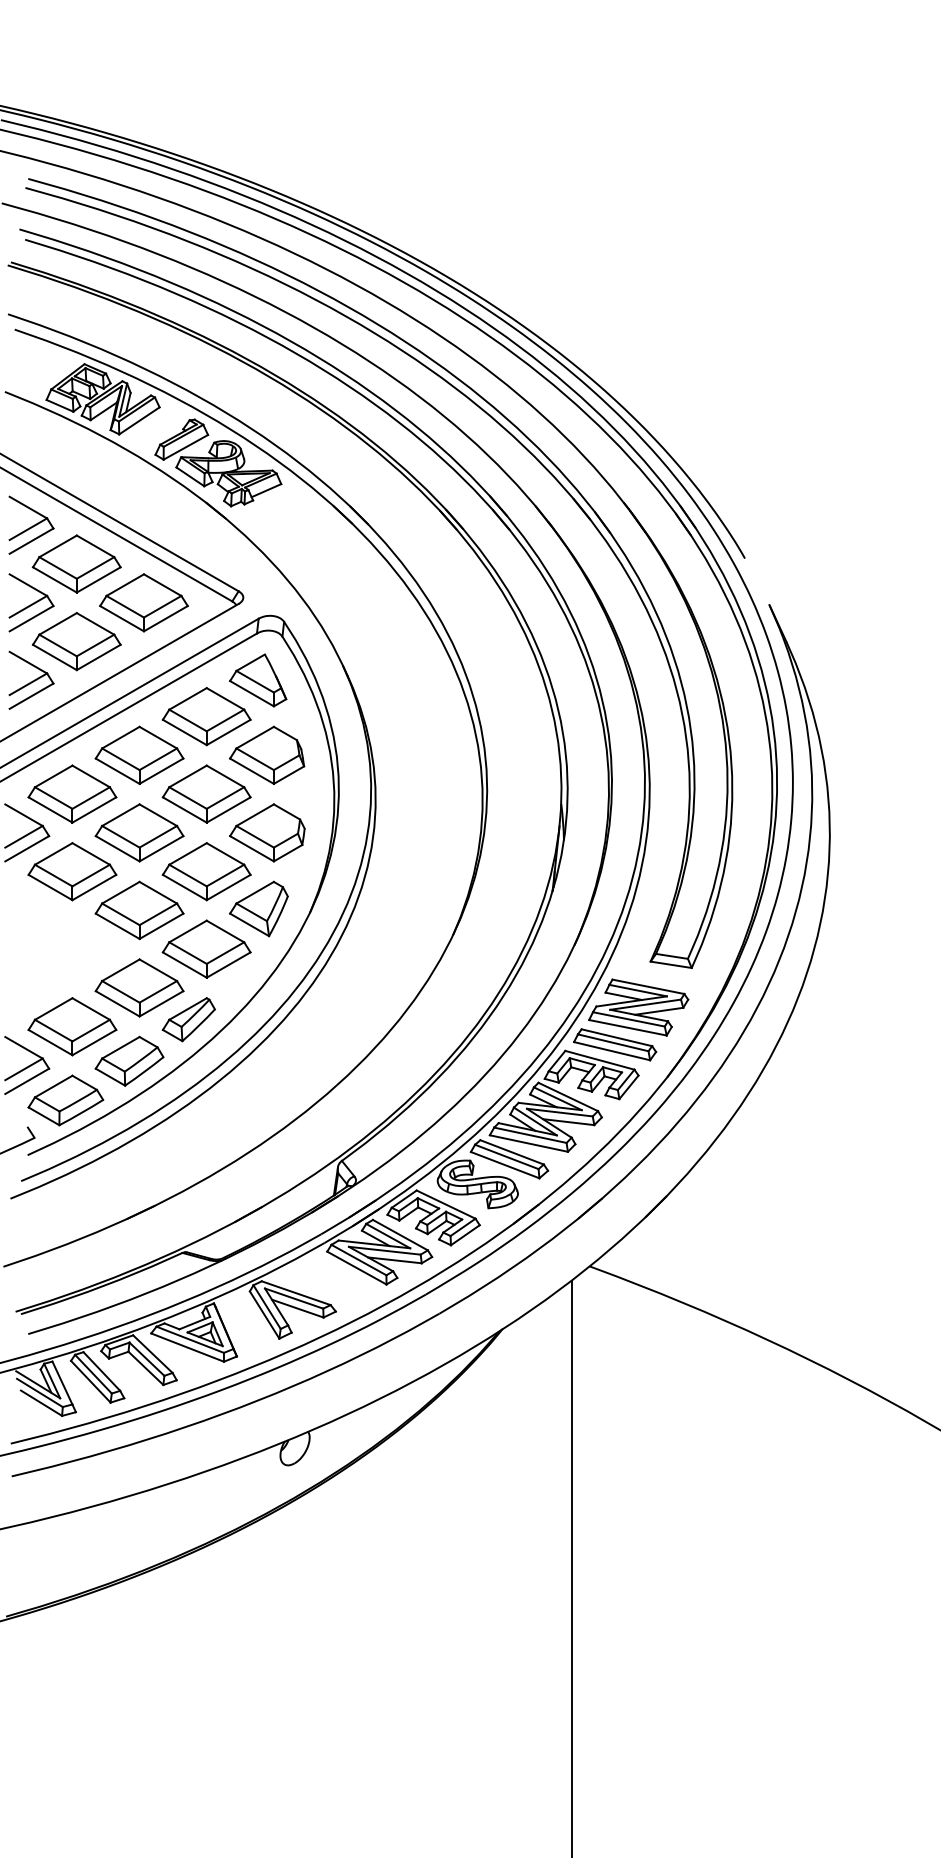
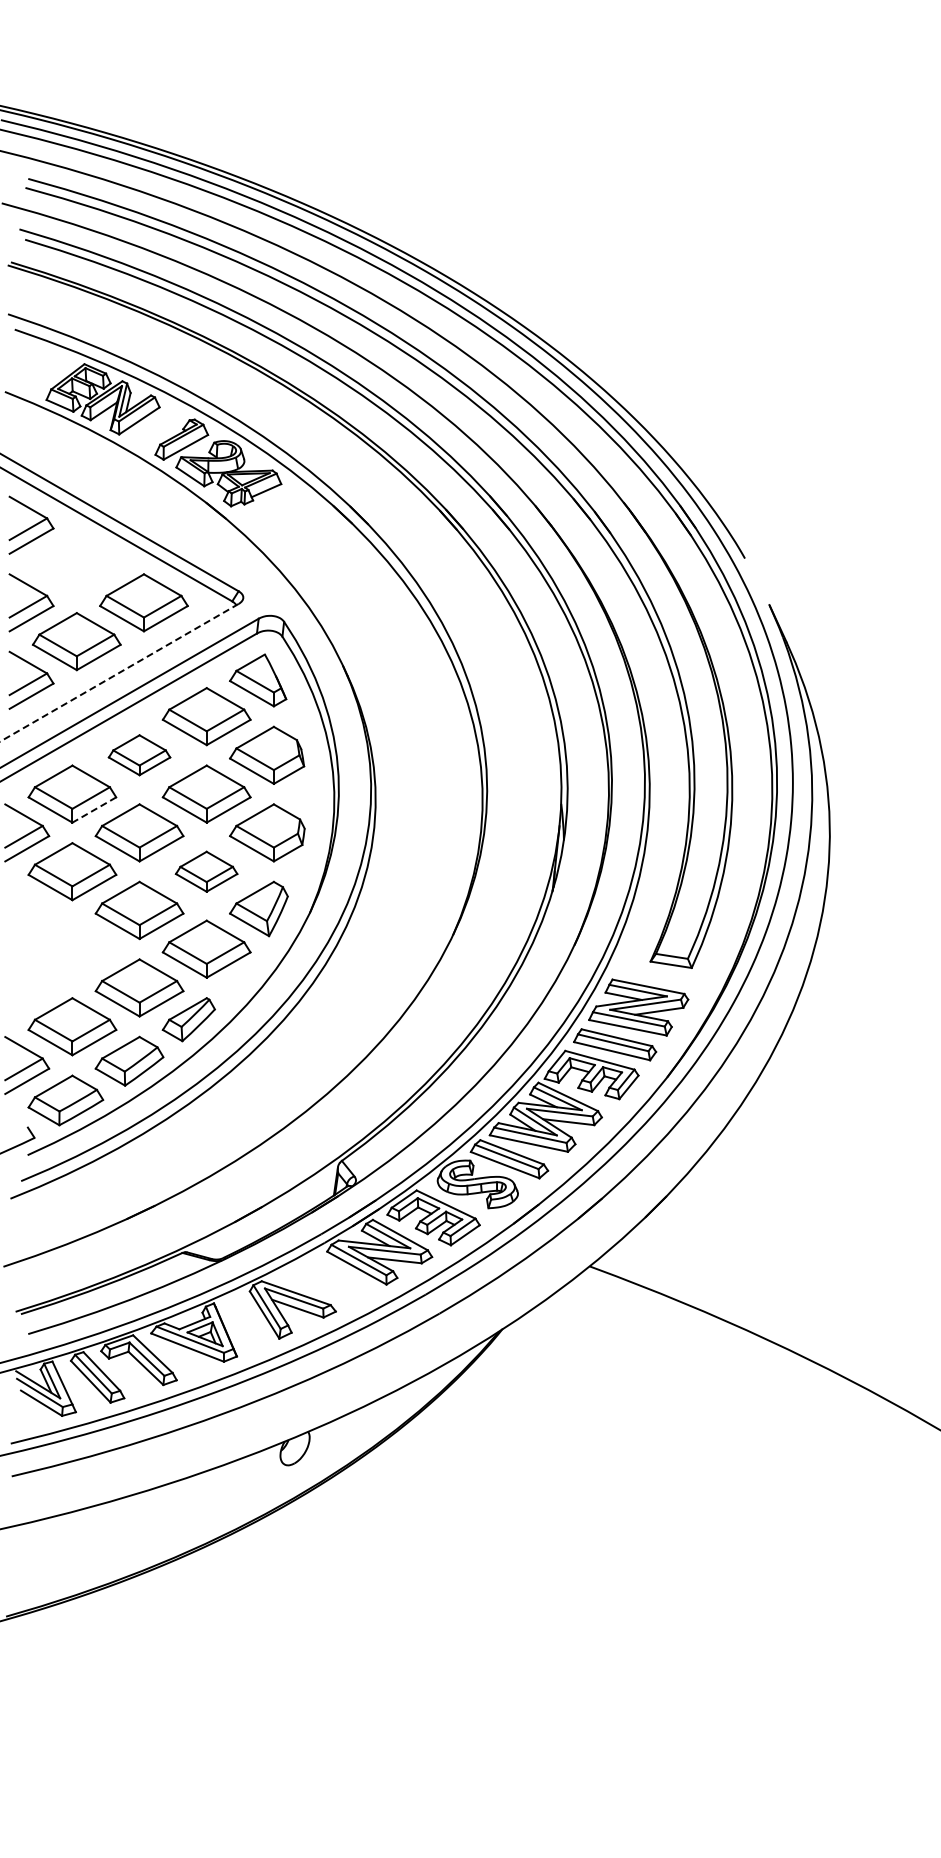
part at (76, 563): present -> none
line at (119, 672): solid -> dashed
part at (139, 754) size: 91x60 px -> 65x43 px
line at (93, 810): solid -> dashed
part at (206, 871) size: 91x60 px -> 65x43 px
line at (571, 1567): present -> none
